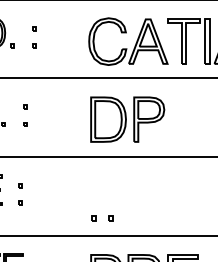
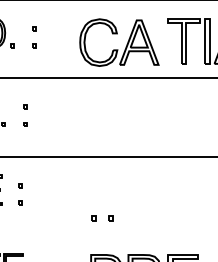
part at (127, 48) position: (127, 48) -> (118, 49)
part at (127, 119): present -> none
line at (108, 235): present -> none
